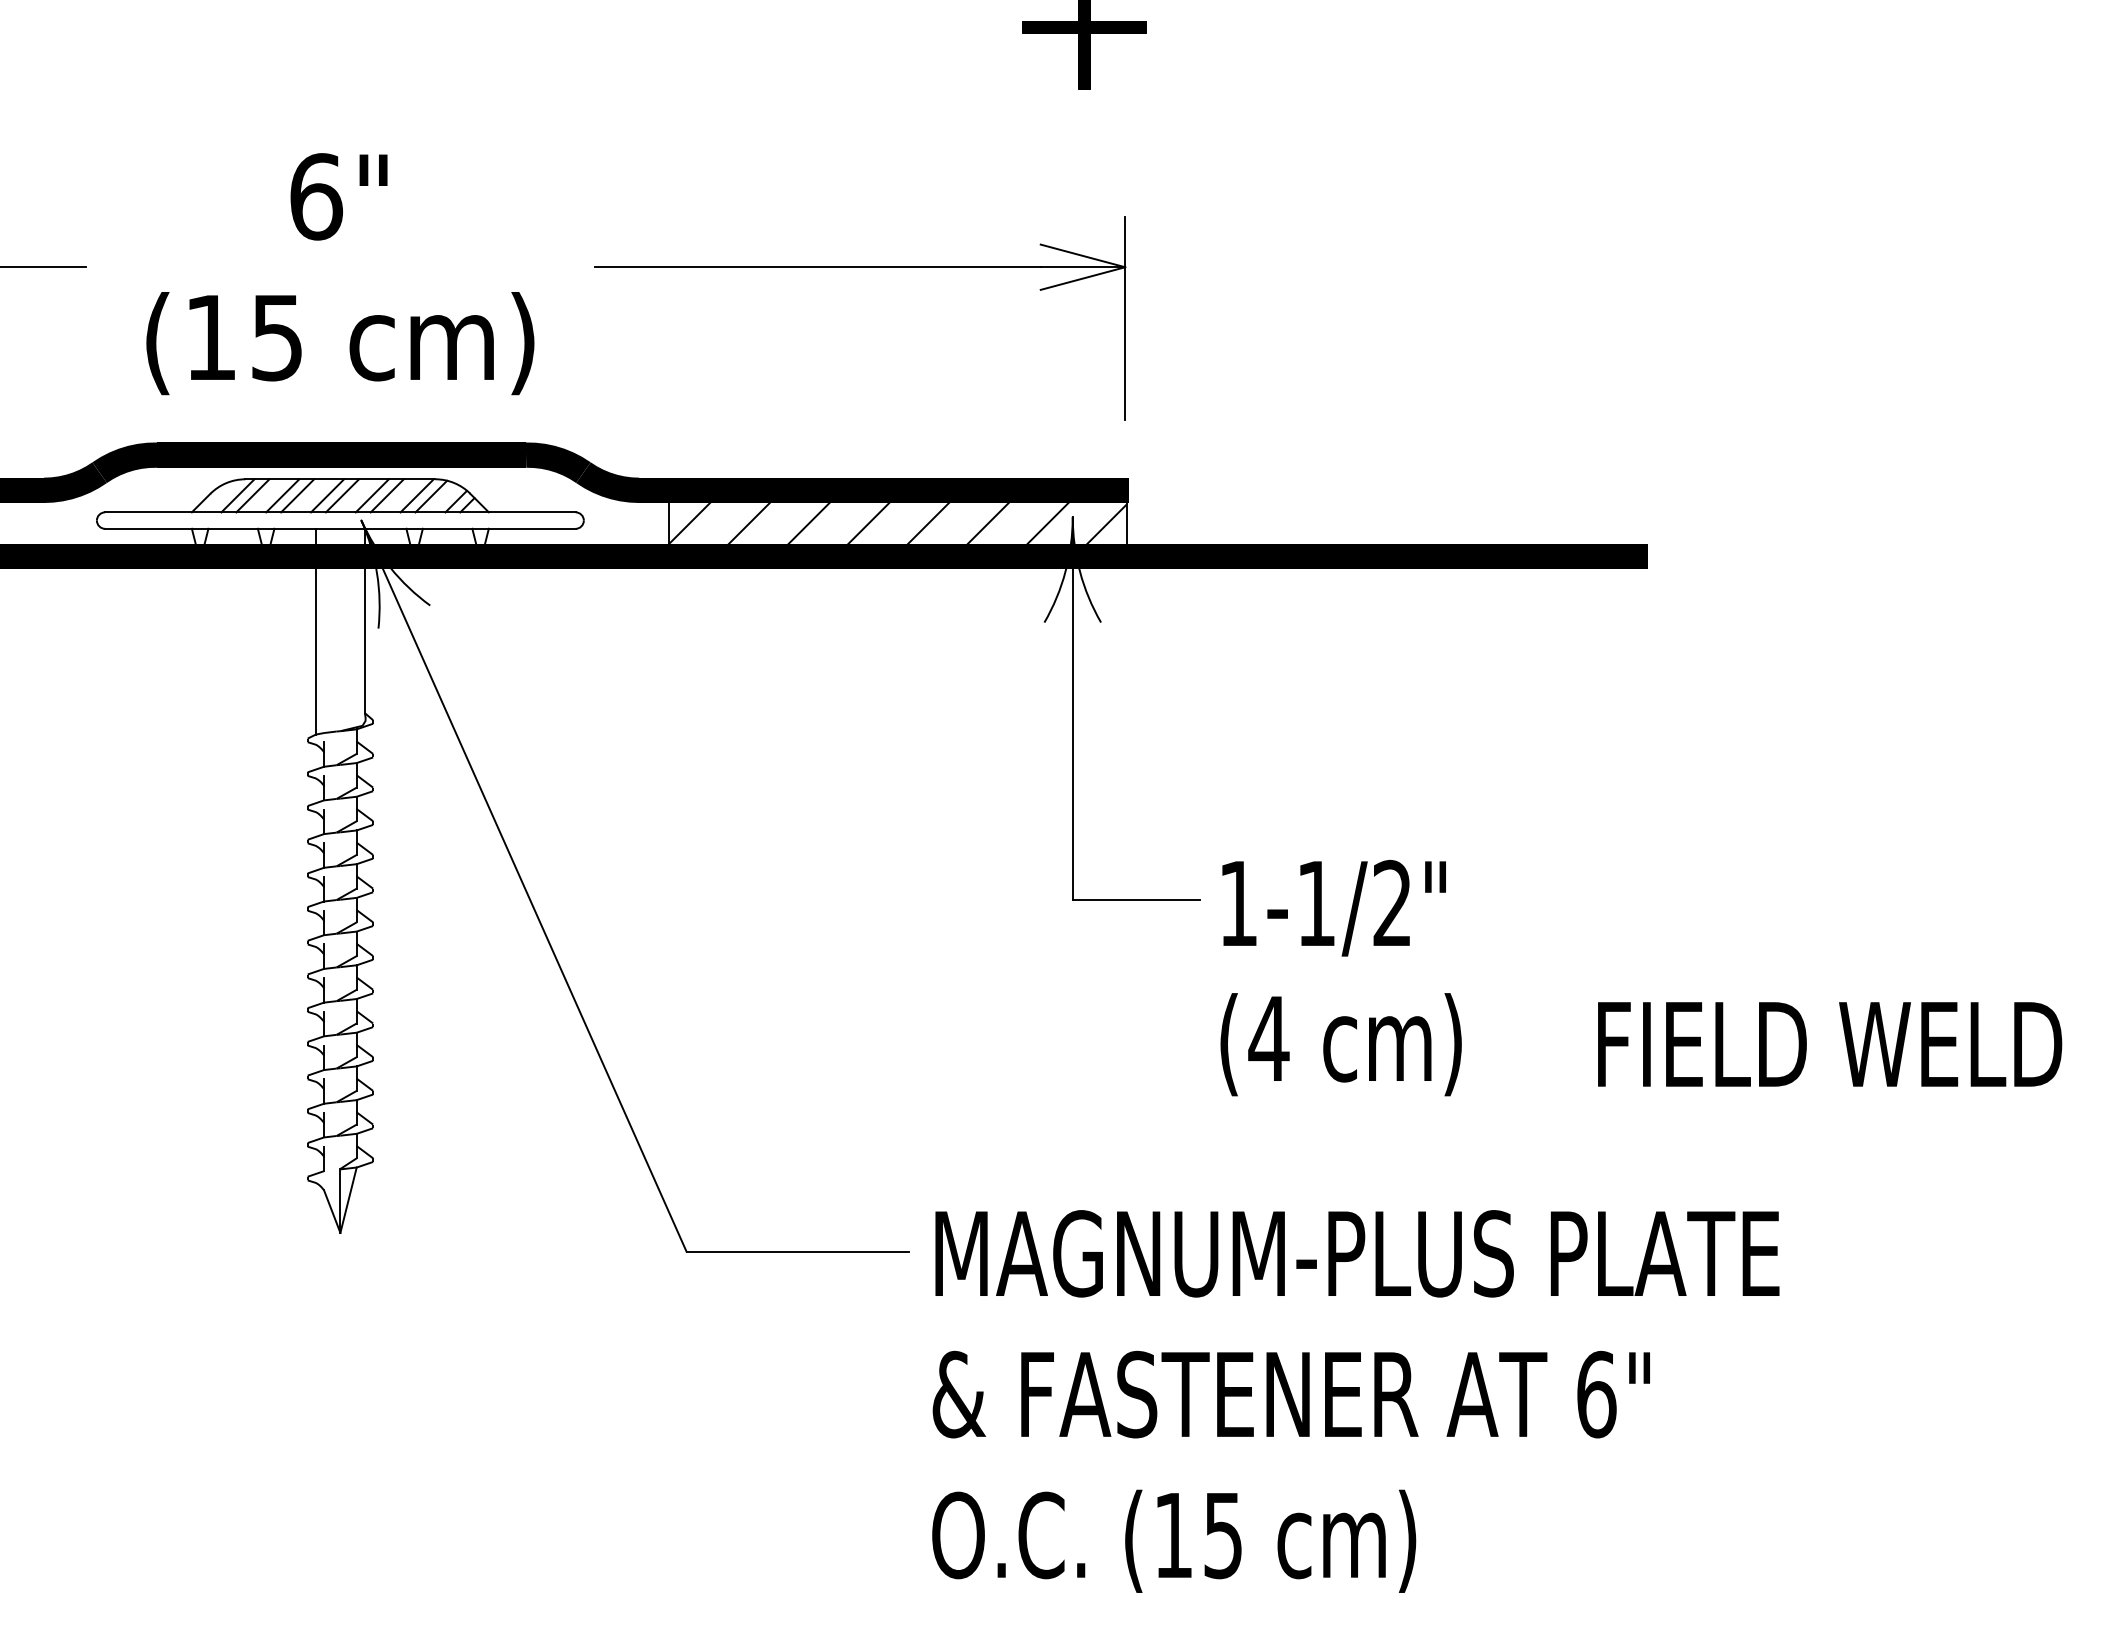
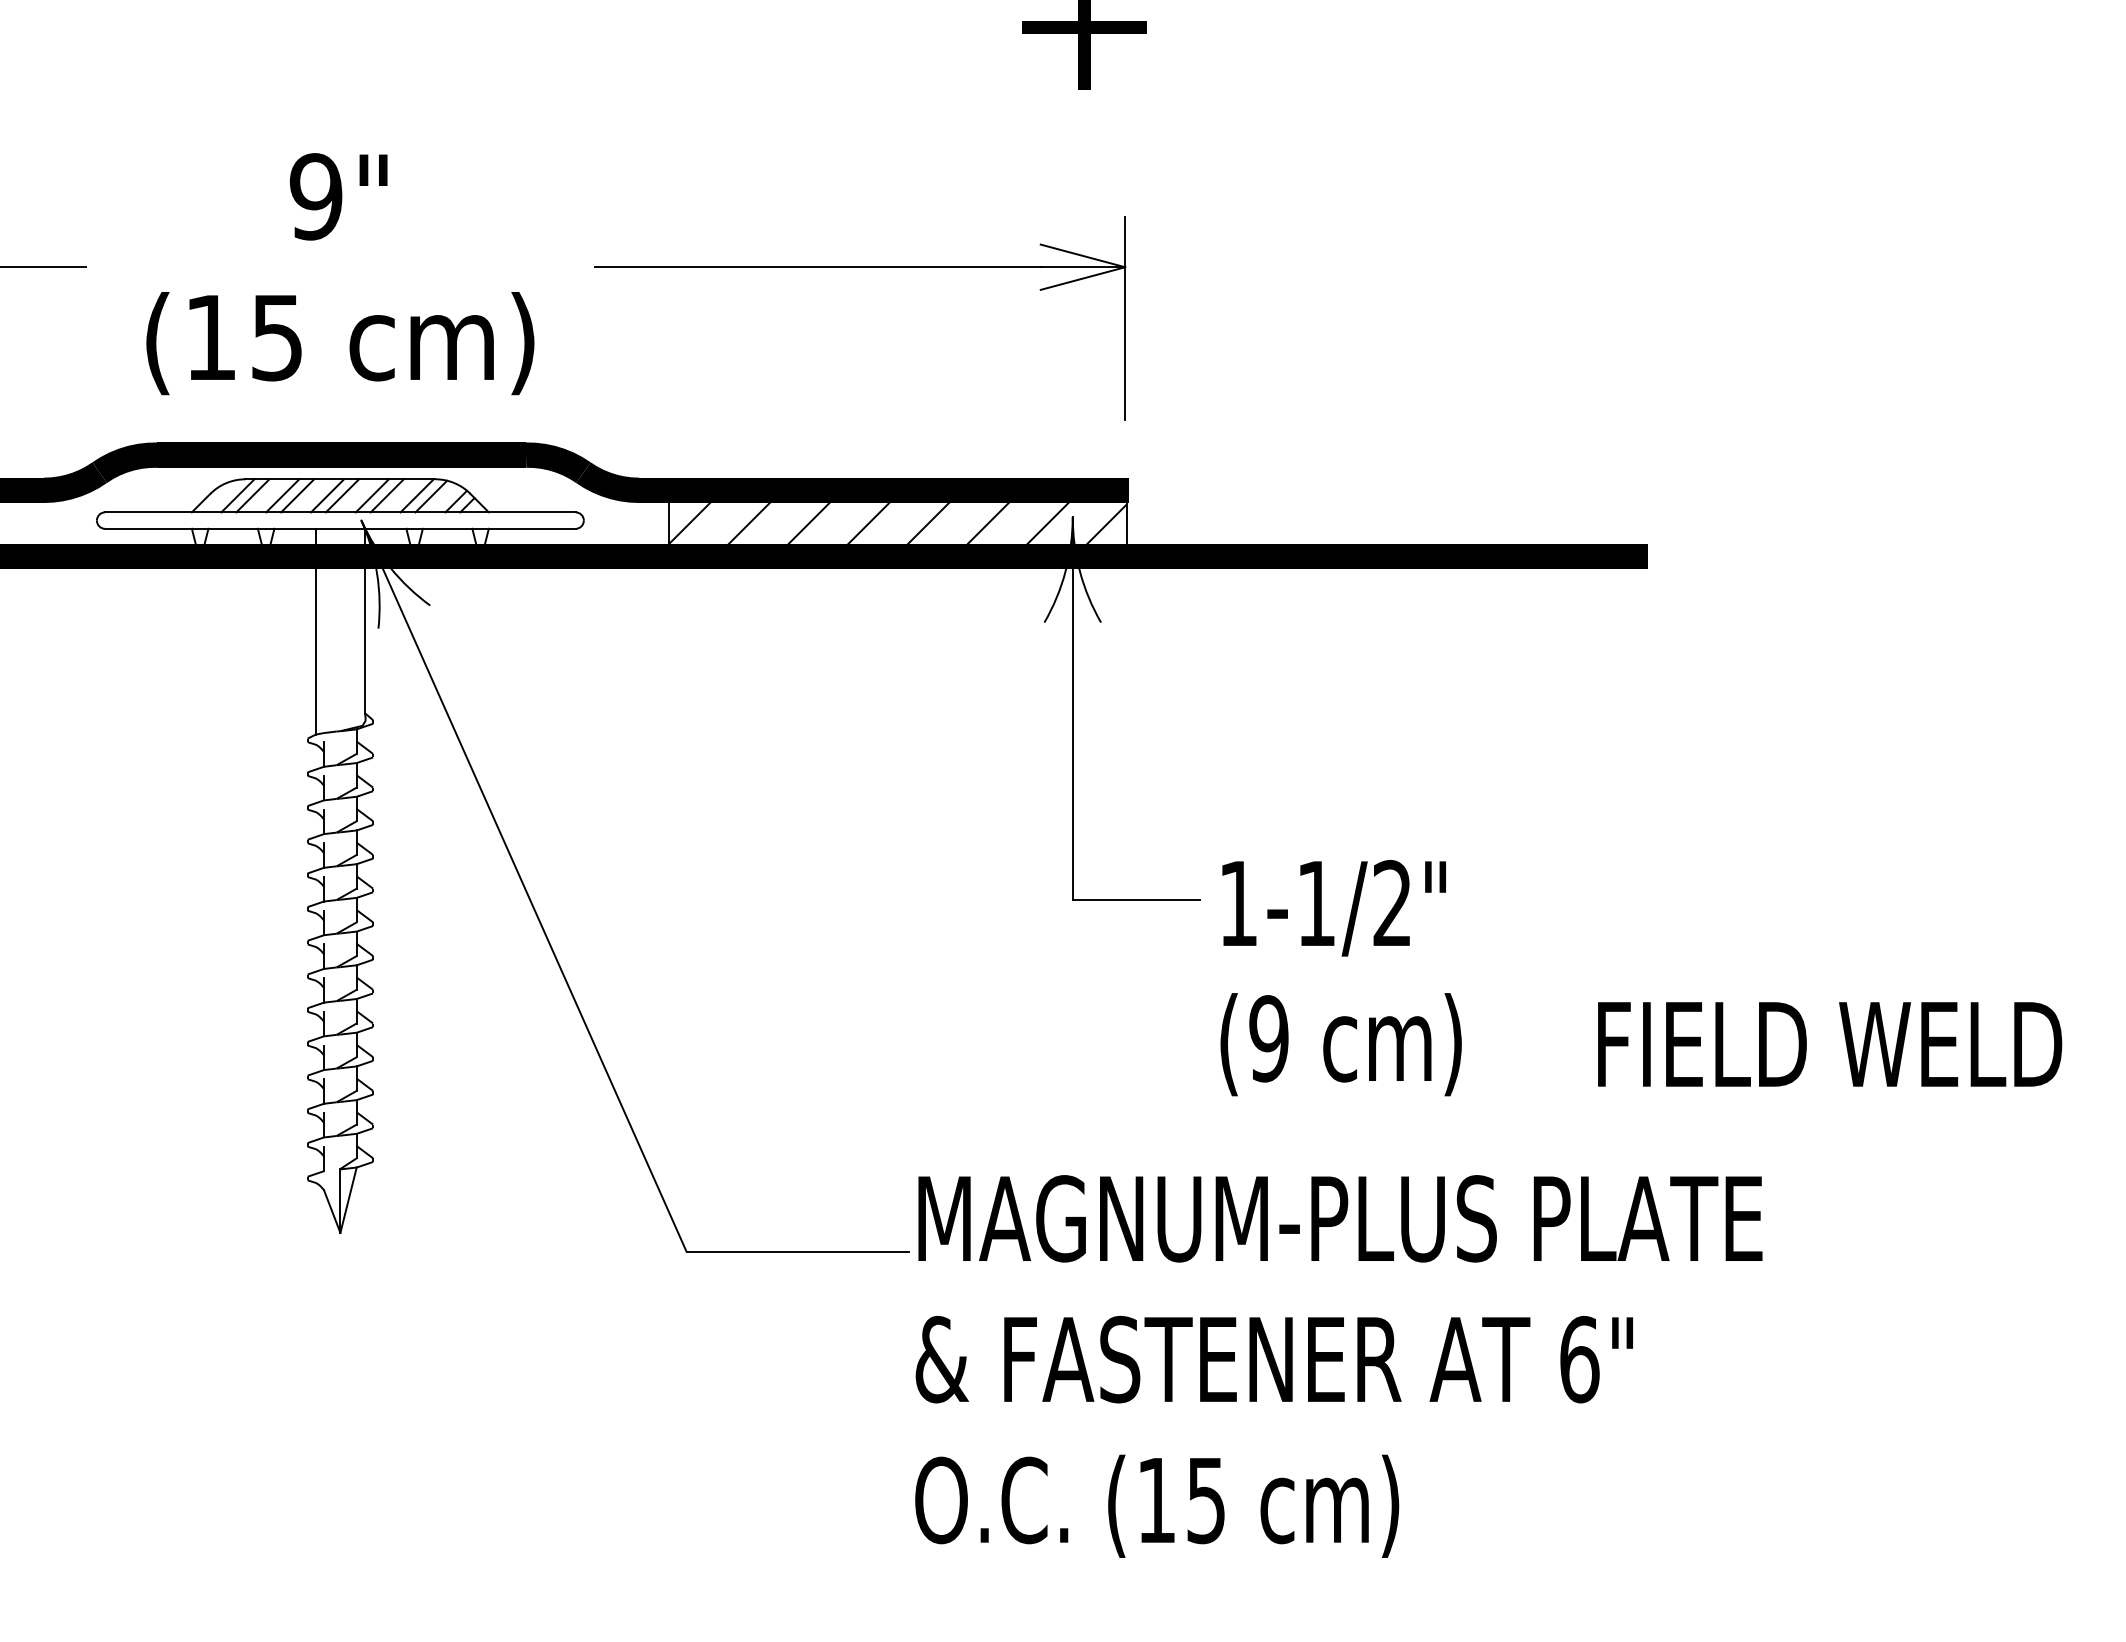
text at (316, 196): 6" -> 9"
text at (1268, 1038): (4 -> (9
text at (1355, 1401) position: (1355, 1401) -> (1338, 1366)
